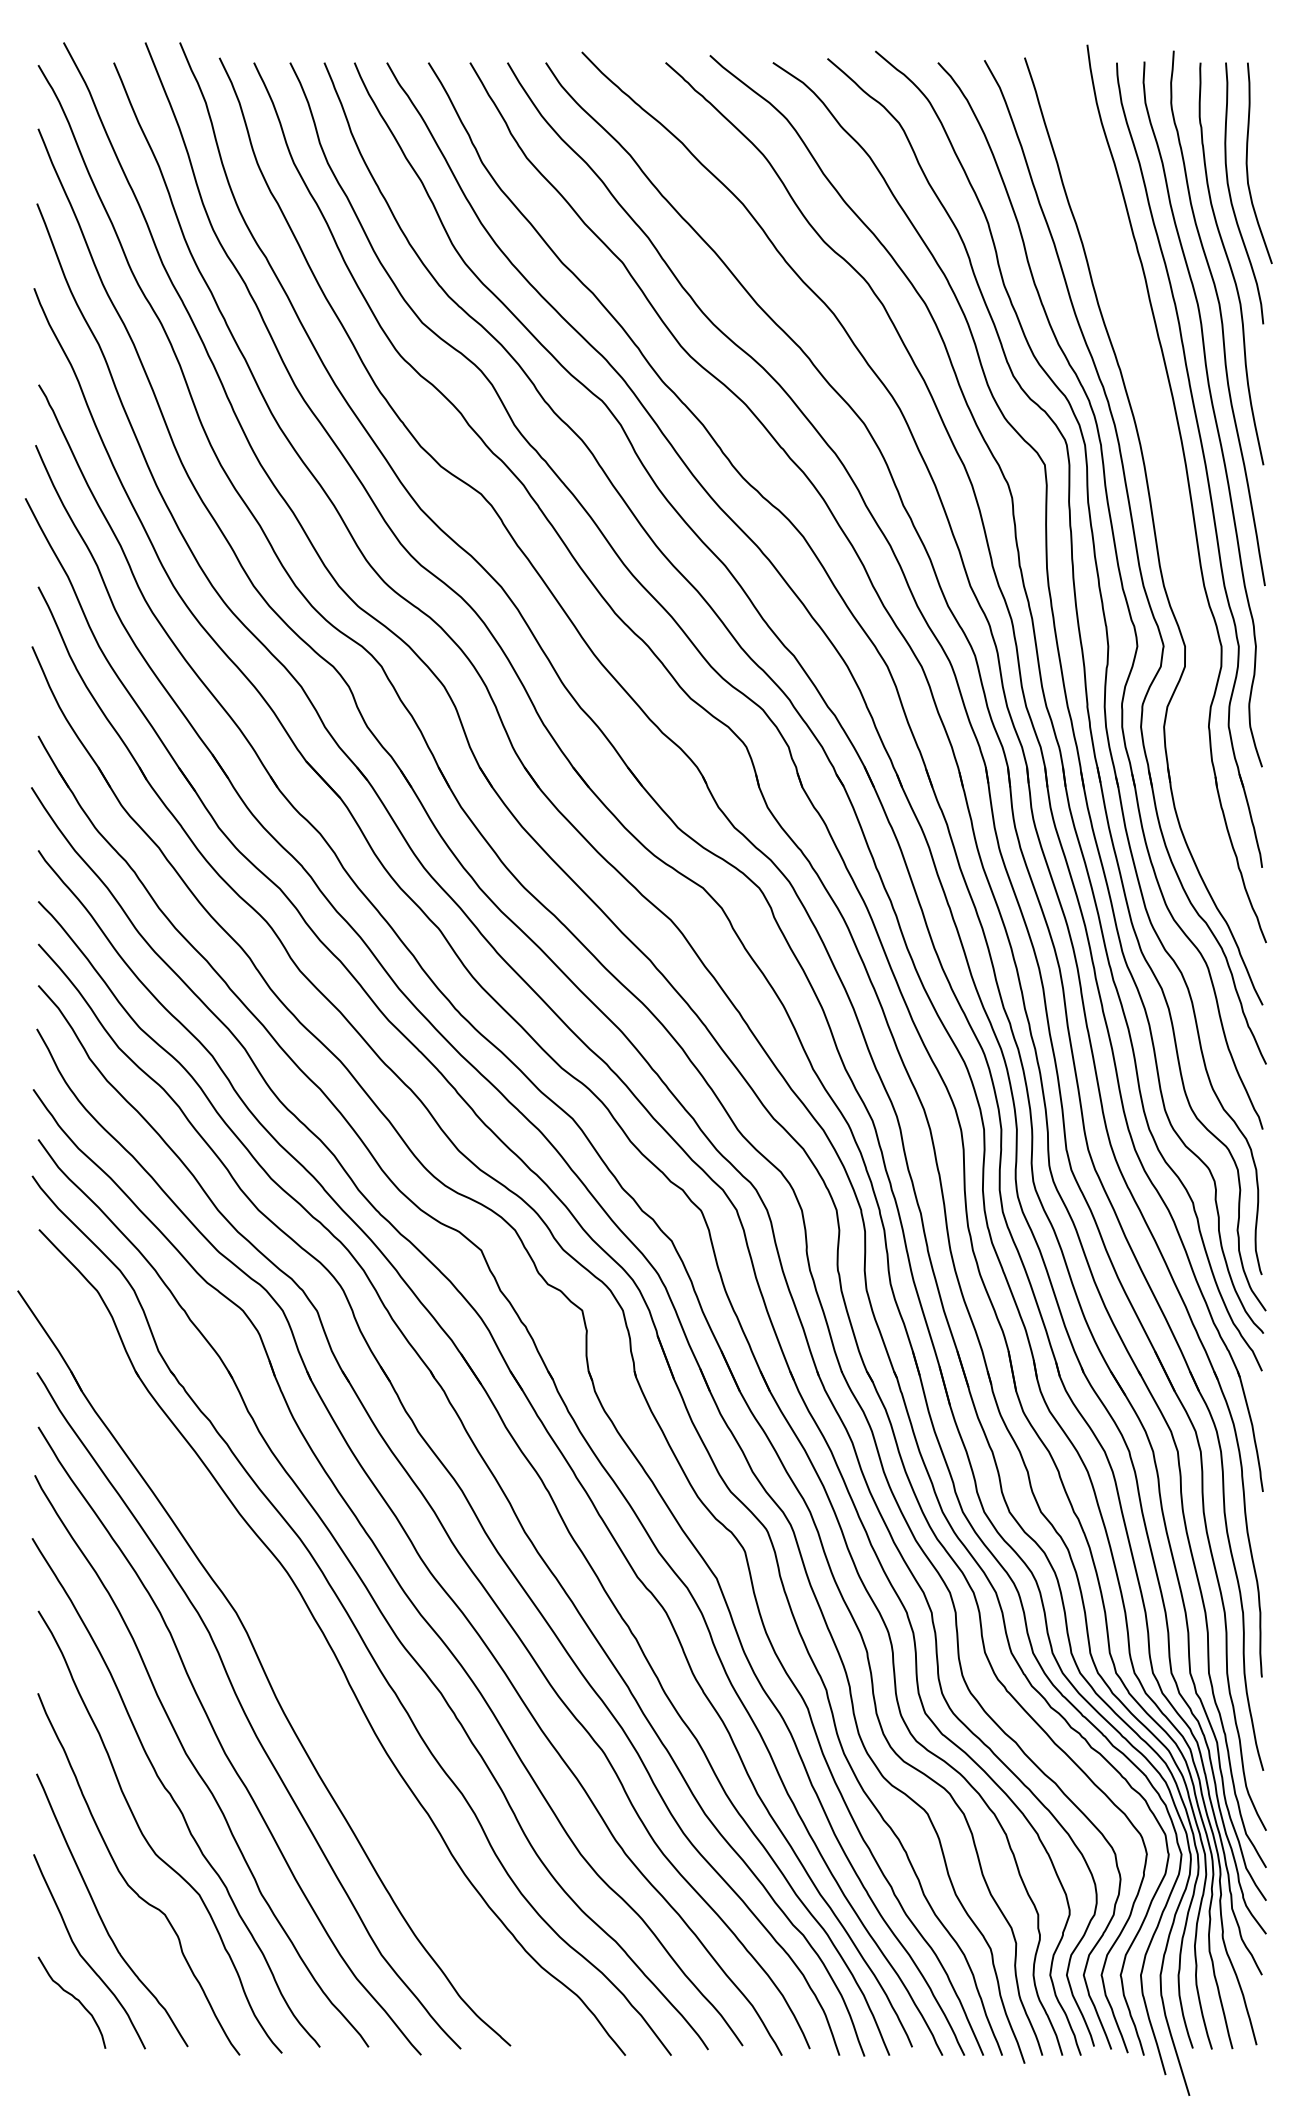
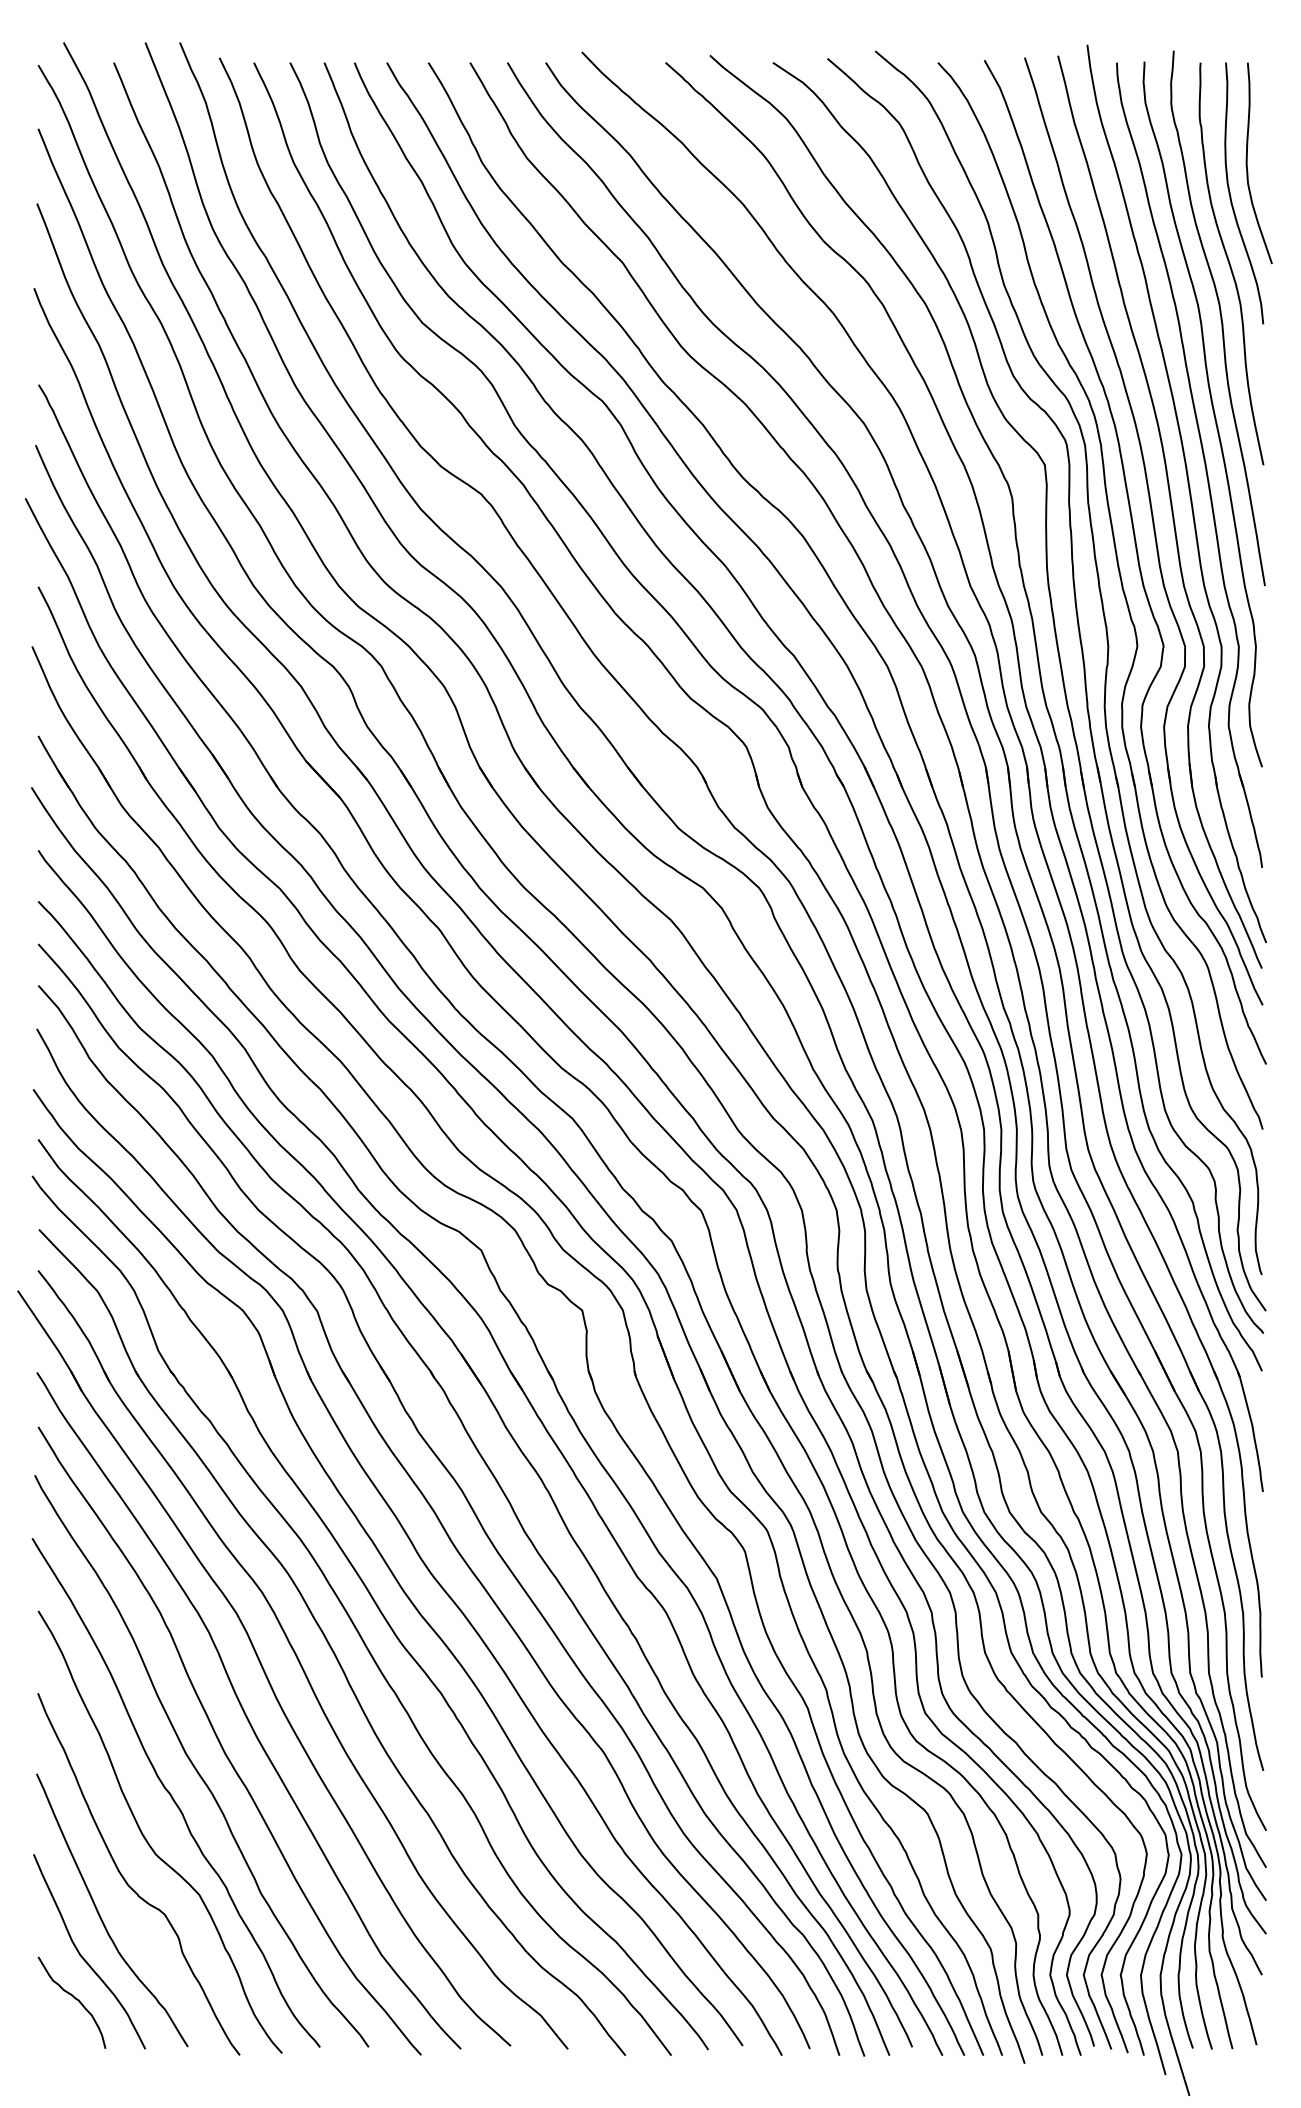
part at (1171, 511): none -> present
part at (302, 1659): none -> present
